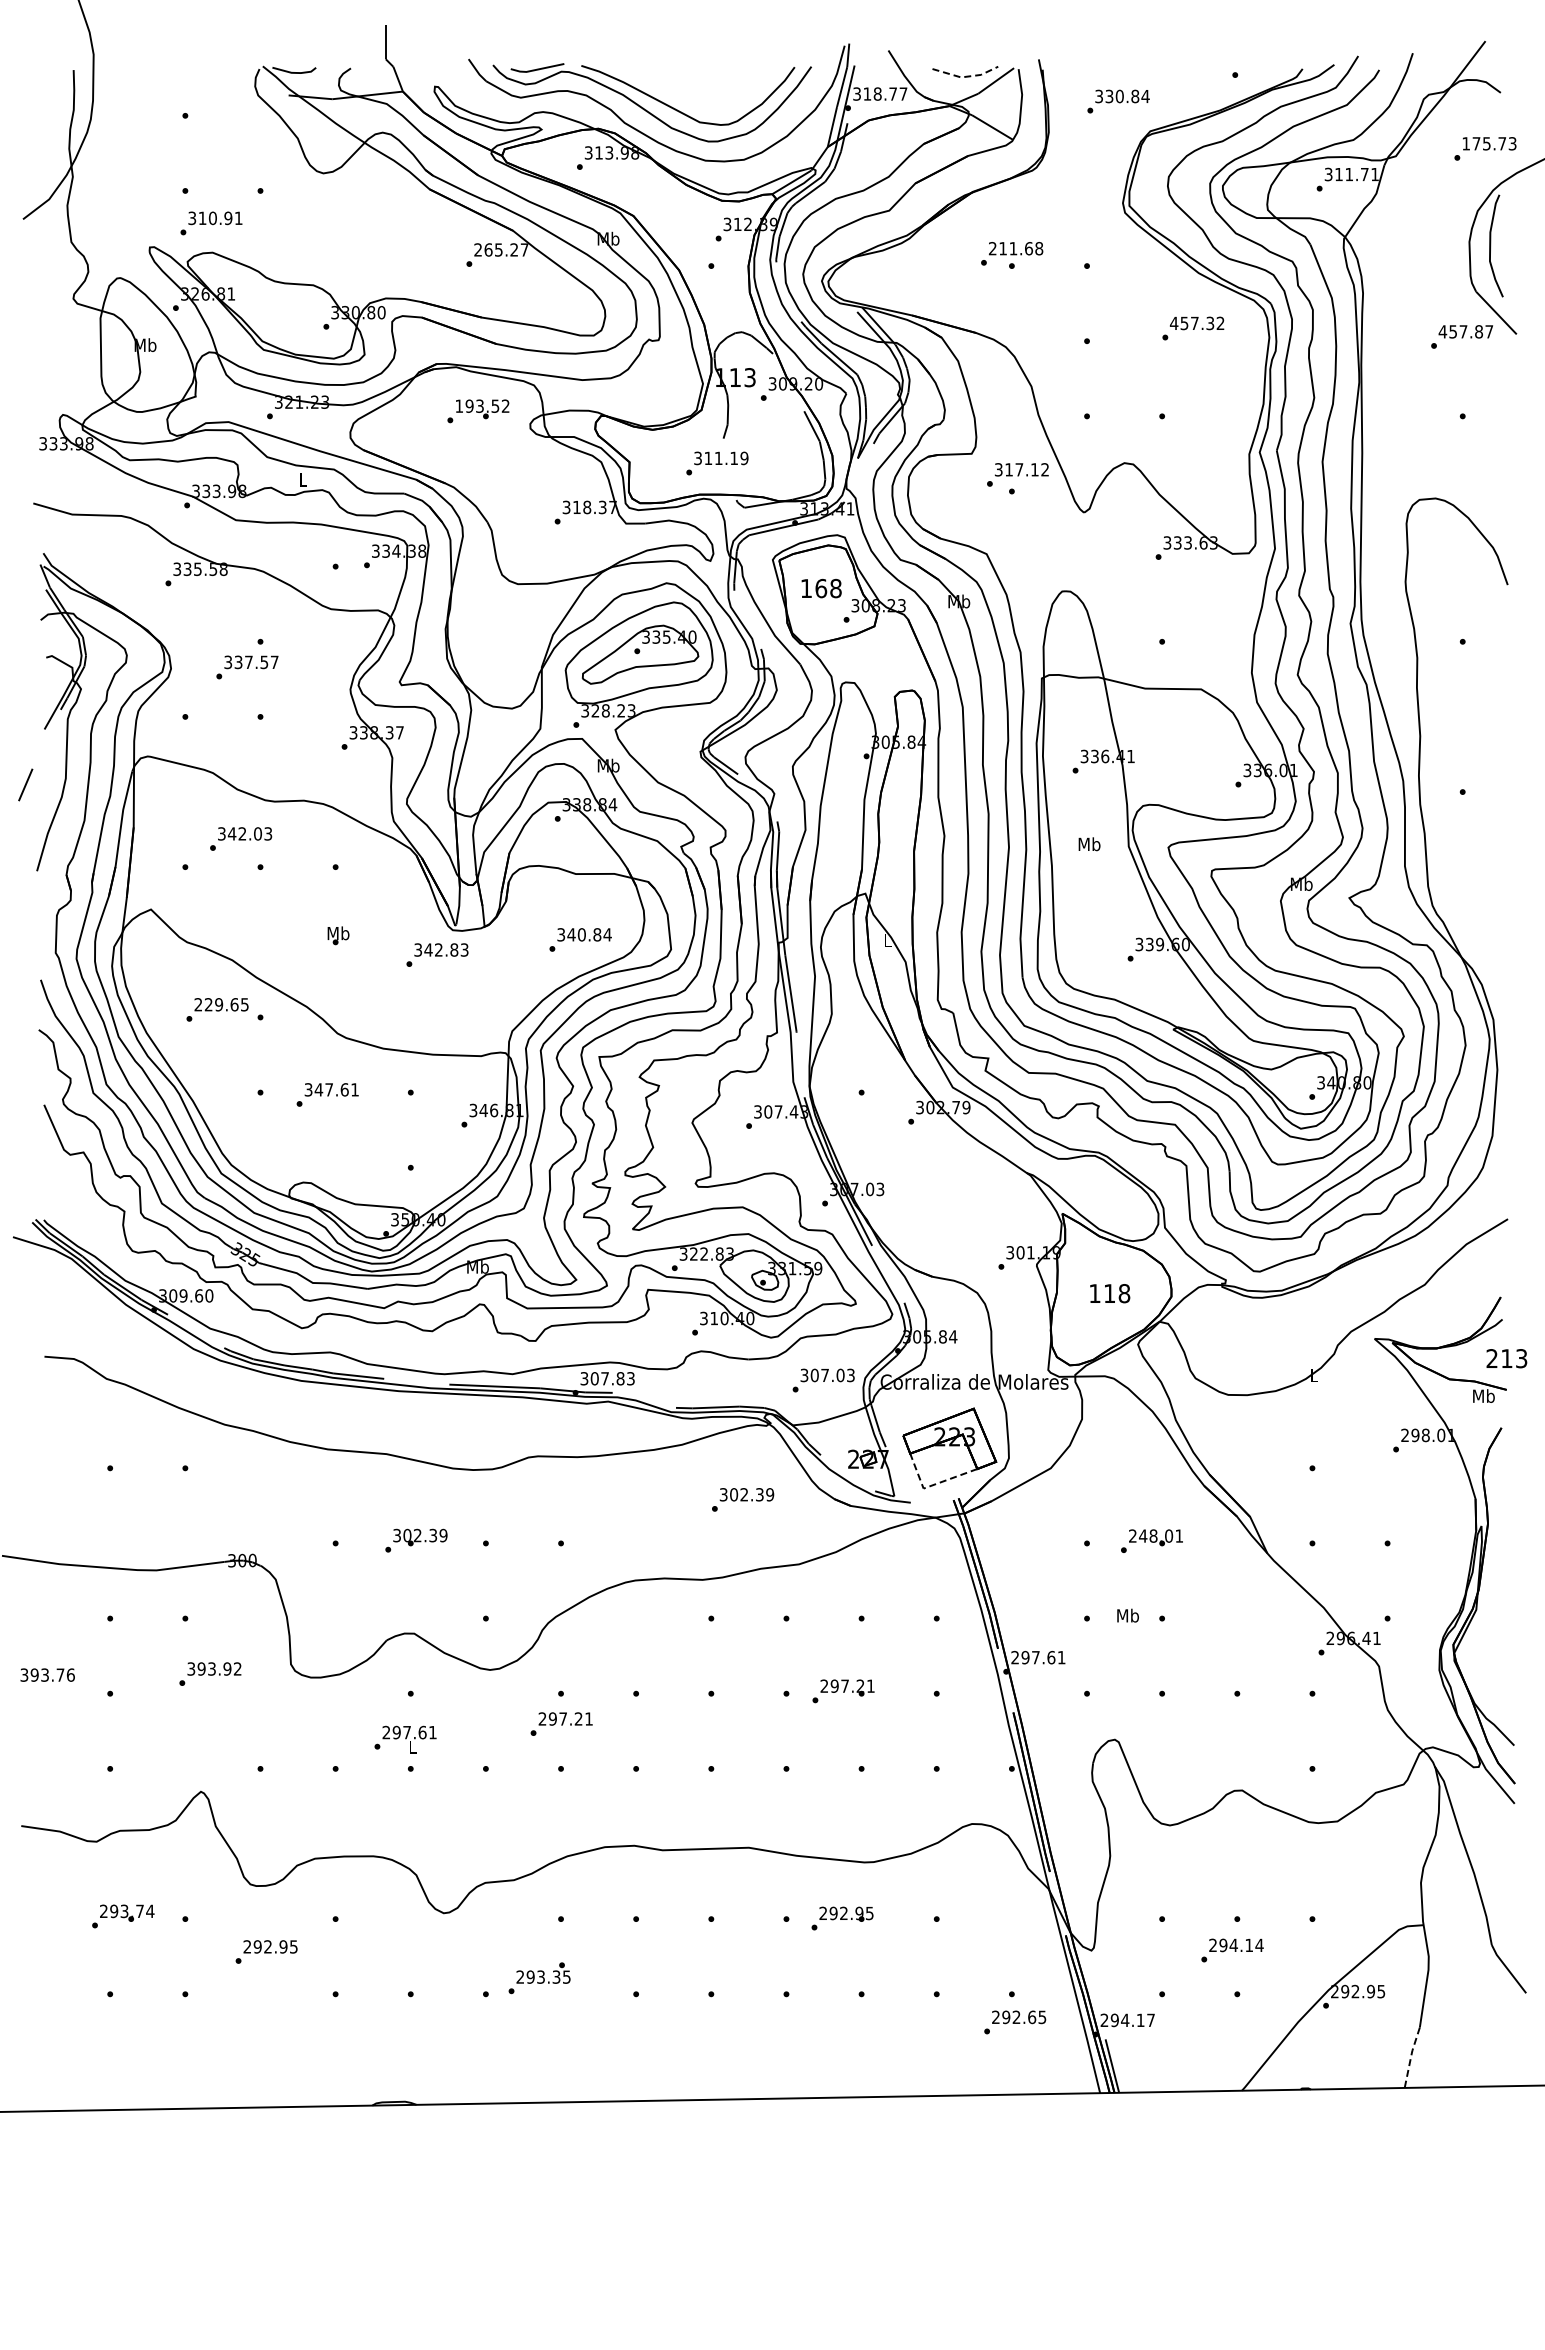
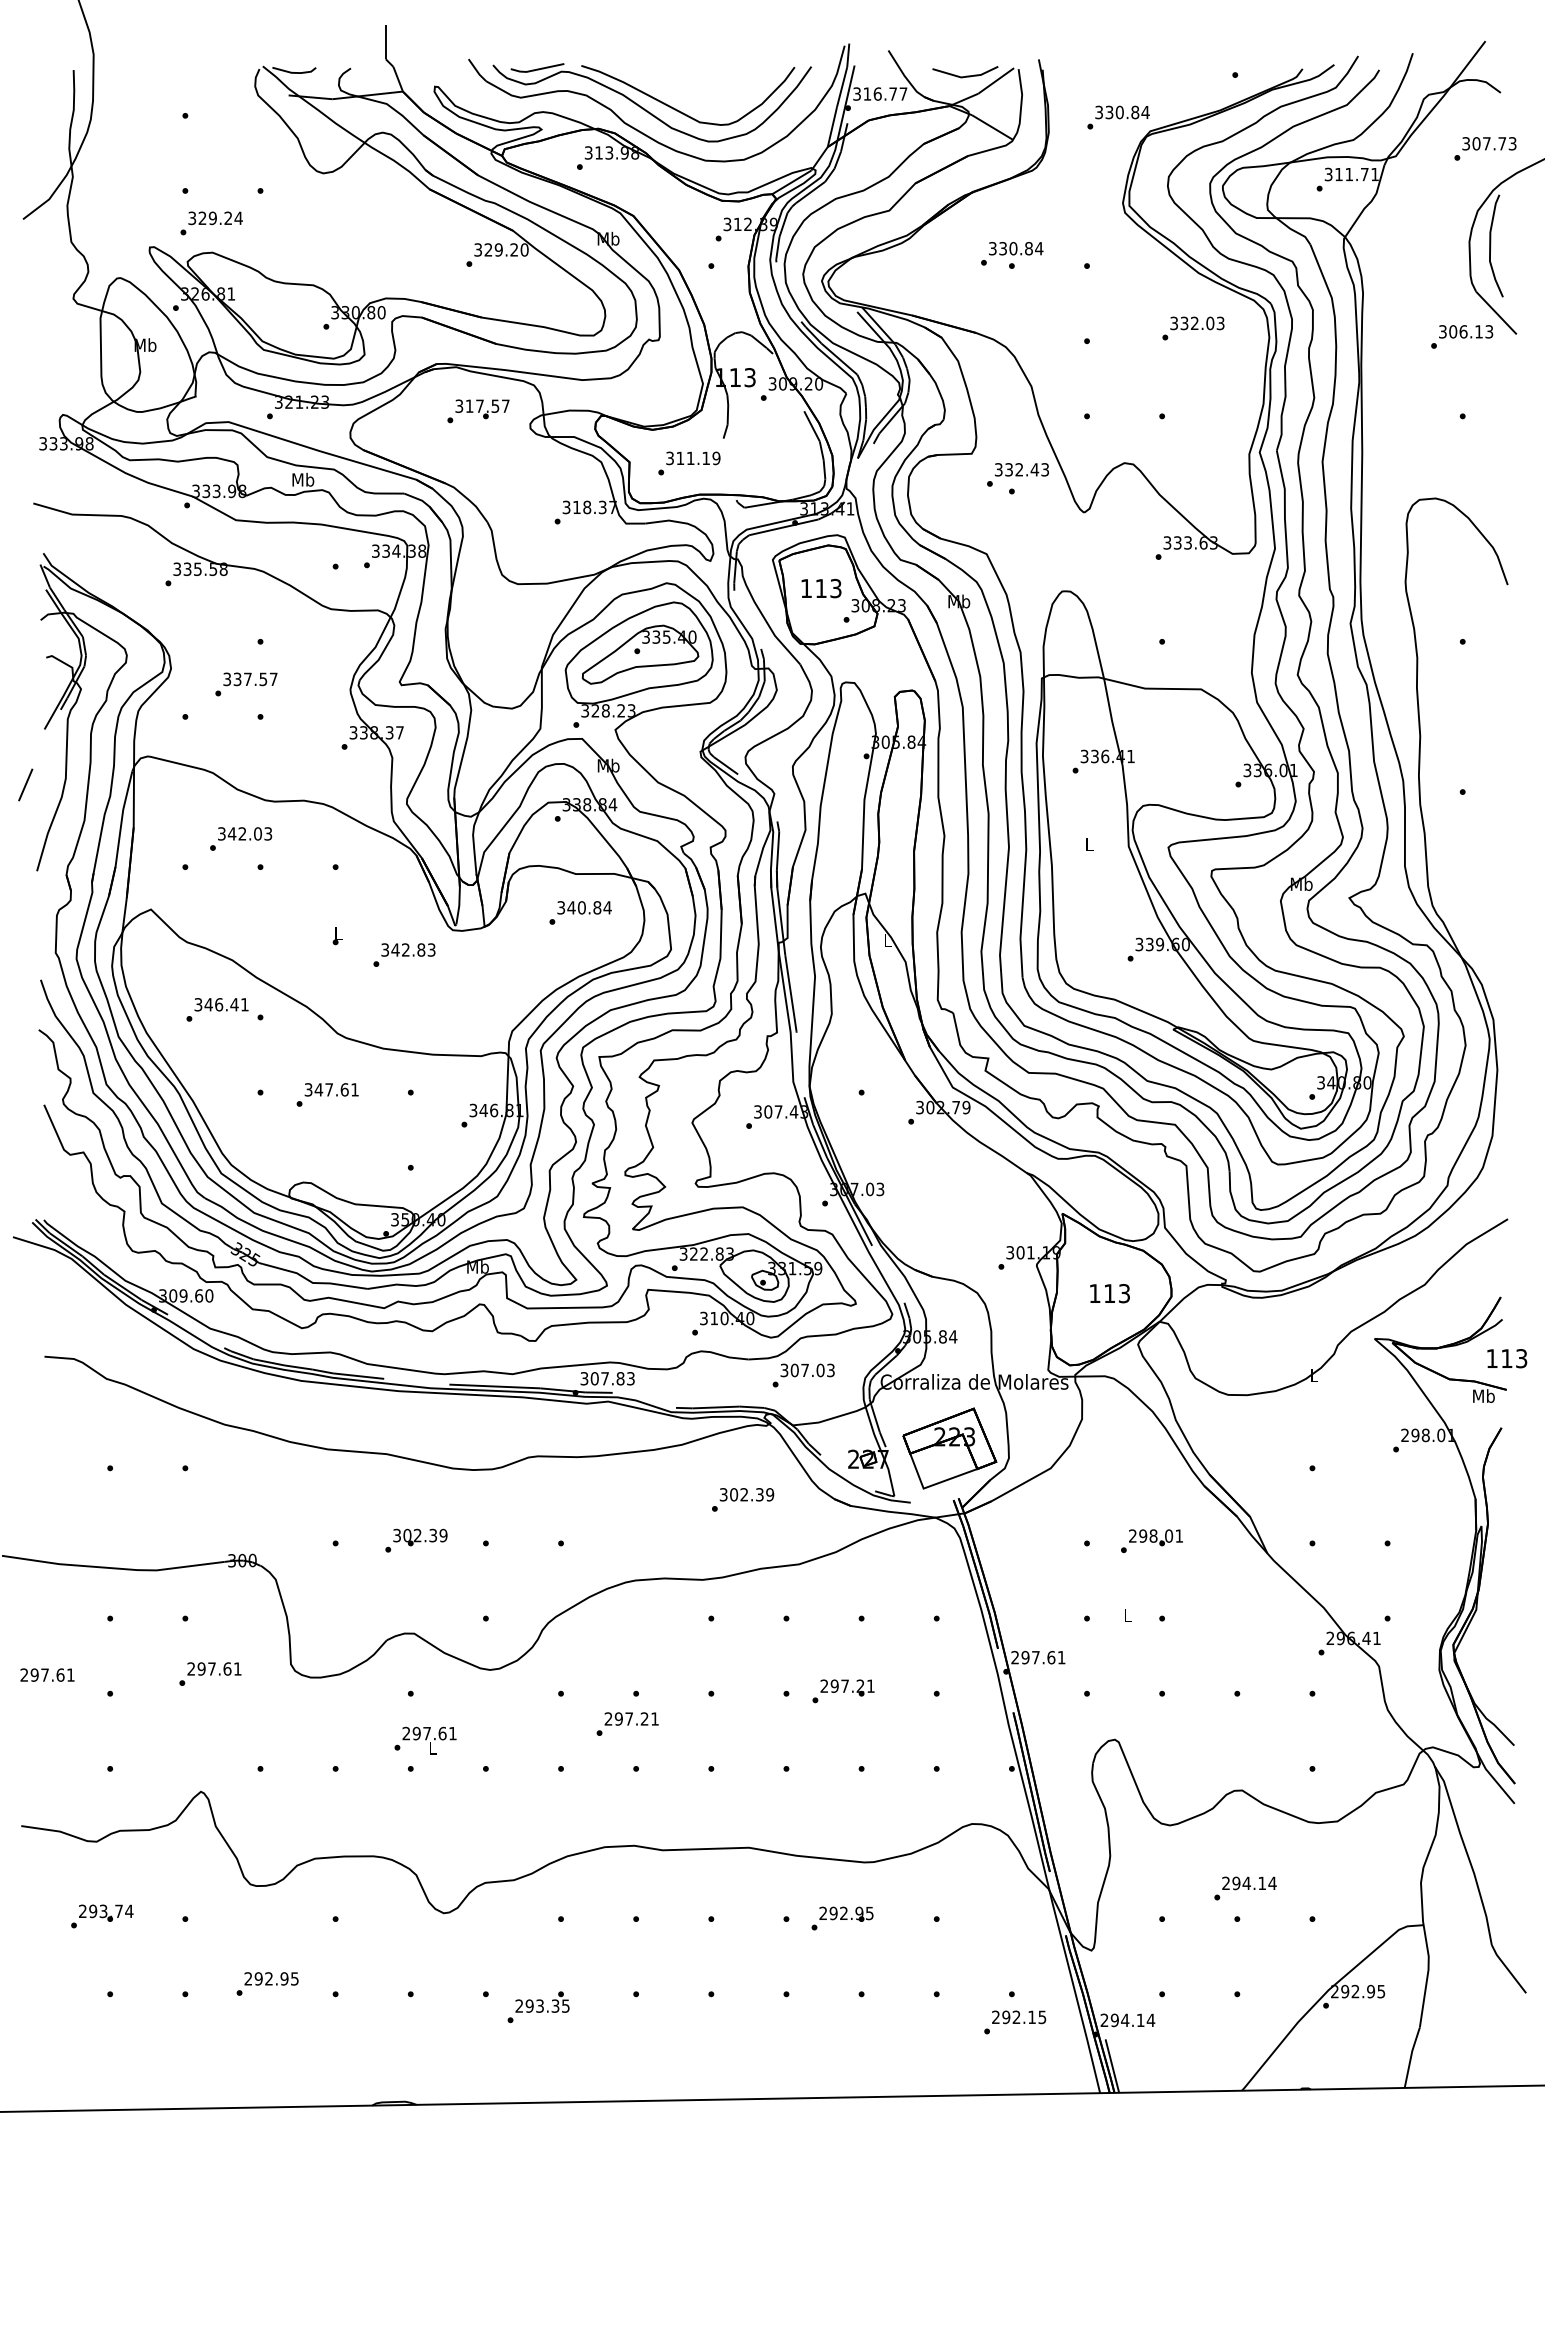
line at (966, 76): dashed -> solid
text at (877, 93): 318.77 -> 316.77
text at (1118, 101) position: (1118, 101) -> (1118, 117)
text at (1476, 143): 175.73 -> 307.73
text at (220, 218): 310.91 -> 329.24
text at (1016, 248): 211.68 -> 330.84
text at (501, 249): 265.27 -> 329.20
text at (1196, 323): 457.32 -> 332.03
text at (1465, 331): 457.87 -> 306.13
text at (482, 405): 193.52 -> 317.57
text at (717, 463) position: (717, 463) -> (689, 463)
text at (1026, 469): 317.12 -> 332.43
text at (303, 479): L -> Mb
text at (828, 588): 168 -> 113
text at (247, 667) position: (247, 667) -> (246, 684)
text at (1089, 844): Mb -> L
text at (338, 933): Mb -> L
text at (580, 939) position: (580, 939) -> (580, 912)
text at (437, 954) position: (437, 954) -> (404, 954)
text at (221, 1004): 229.65 -> 346.41
text at (1124, 1293): 118 -> 113
text at (1491, 1358): 213 -> 113
text at (823, 1380) position: (823, 1380) -> (803, 1375)
line at (931, 1485): dashed -> solid
text at (1143, 1535): 248.01 -> 298.01
text at (1127, 1615): Mb -> L
text at (214, 1668): 393.92 -> 297.61
text at (47, 1674): 393.76 -> 297.61
text at (561, 1723) position: (561, 1723) -> (627, 1723)
text at (405, 1739) position: (405, 1739) -> (425, 1740)
text at (123, 1916) position: (123, 1916) -> (102, 1916)
text at (1232, 1950) position: (1232, 1950) -> (1245, 1888)
text at (266, 1951) position: (266, 1951) -> (267, 1983)
text at (539, 1978) position: (539, 1978) -> (538, 2007)
text at (1032, 2017): 292.65 -> 292.15
text at (1150, 2019): 294.17 -> 294.14
line at (1411, 2056): dashed -> solid
